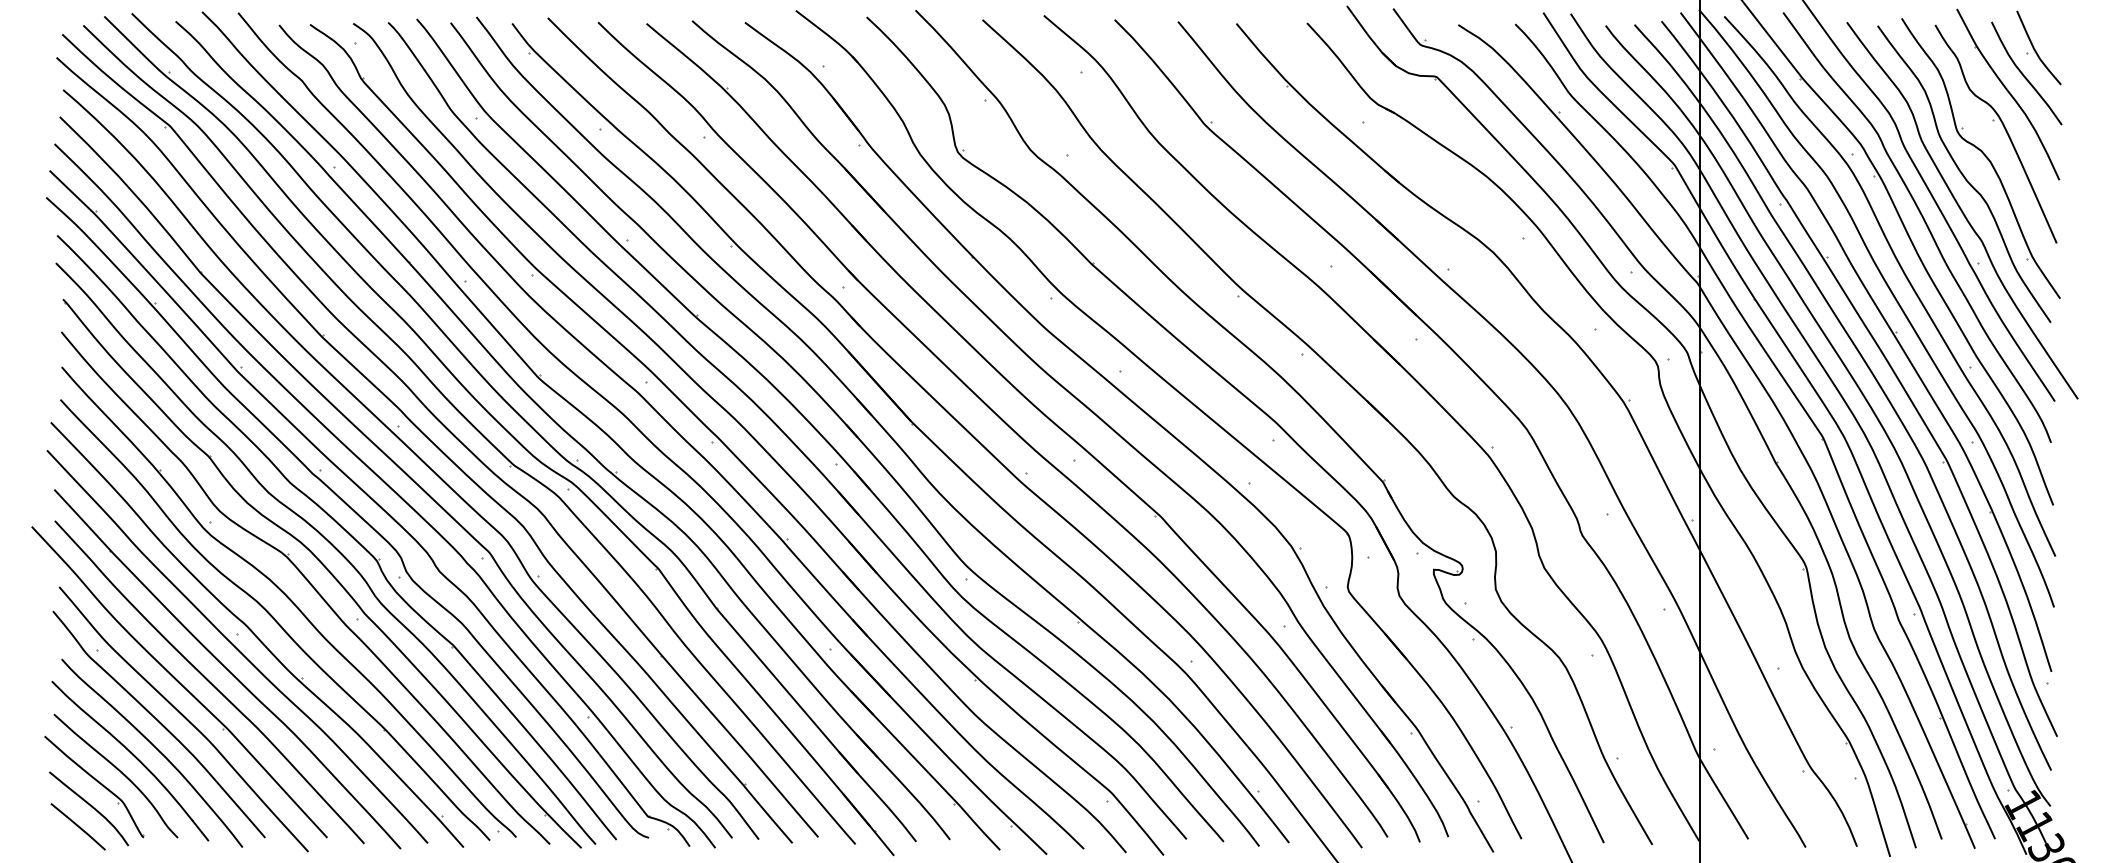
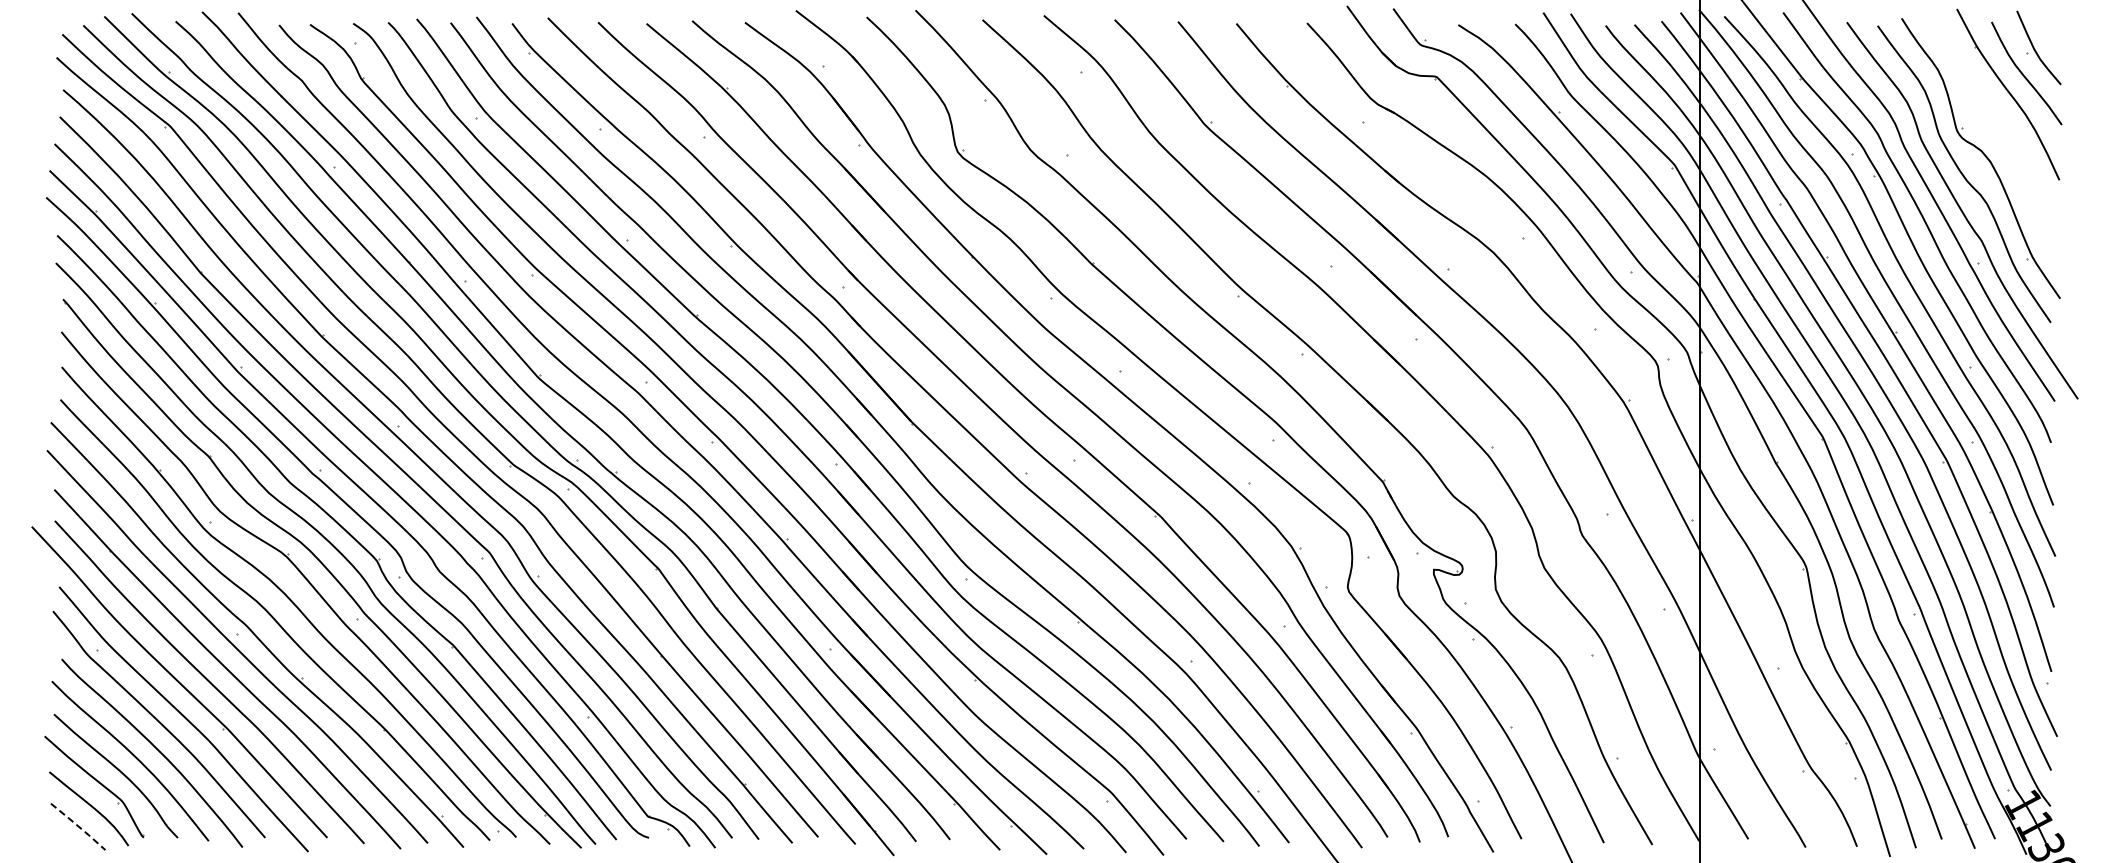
part at (2004, 129): present -> none
line at (78, 826): solid -> dashed
